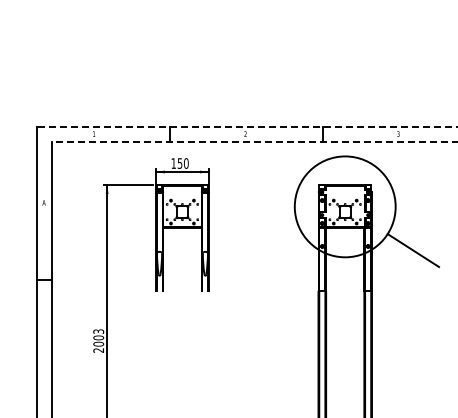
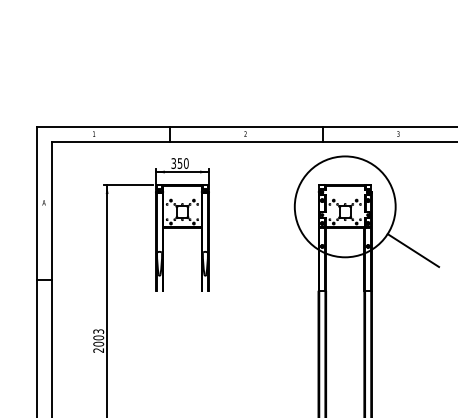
line at (247, 127): dashed -> solid
line at (254, 142): dashed -> solid
text at (173, 163): 150 -> 350
